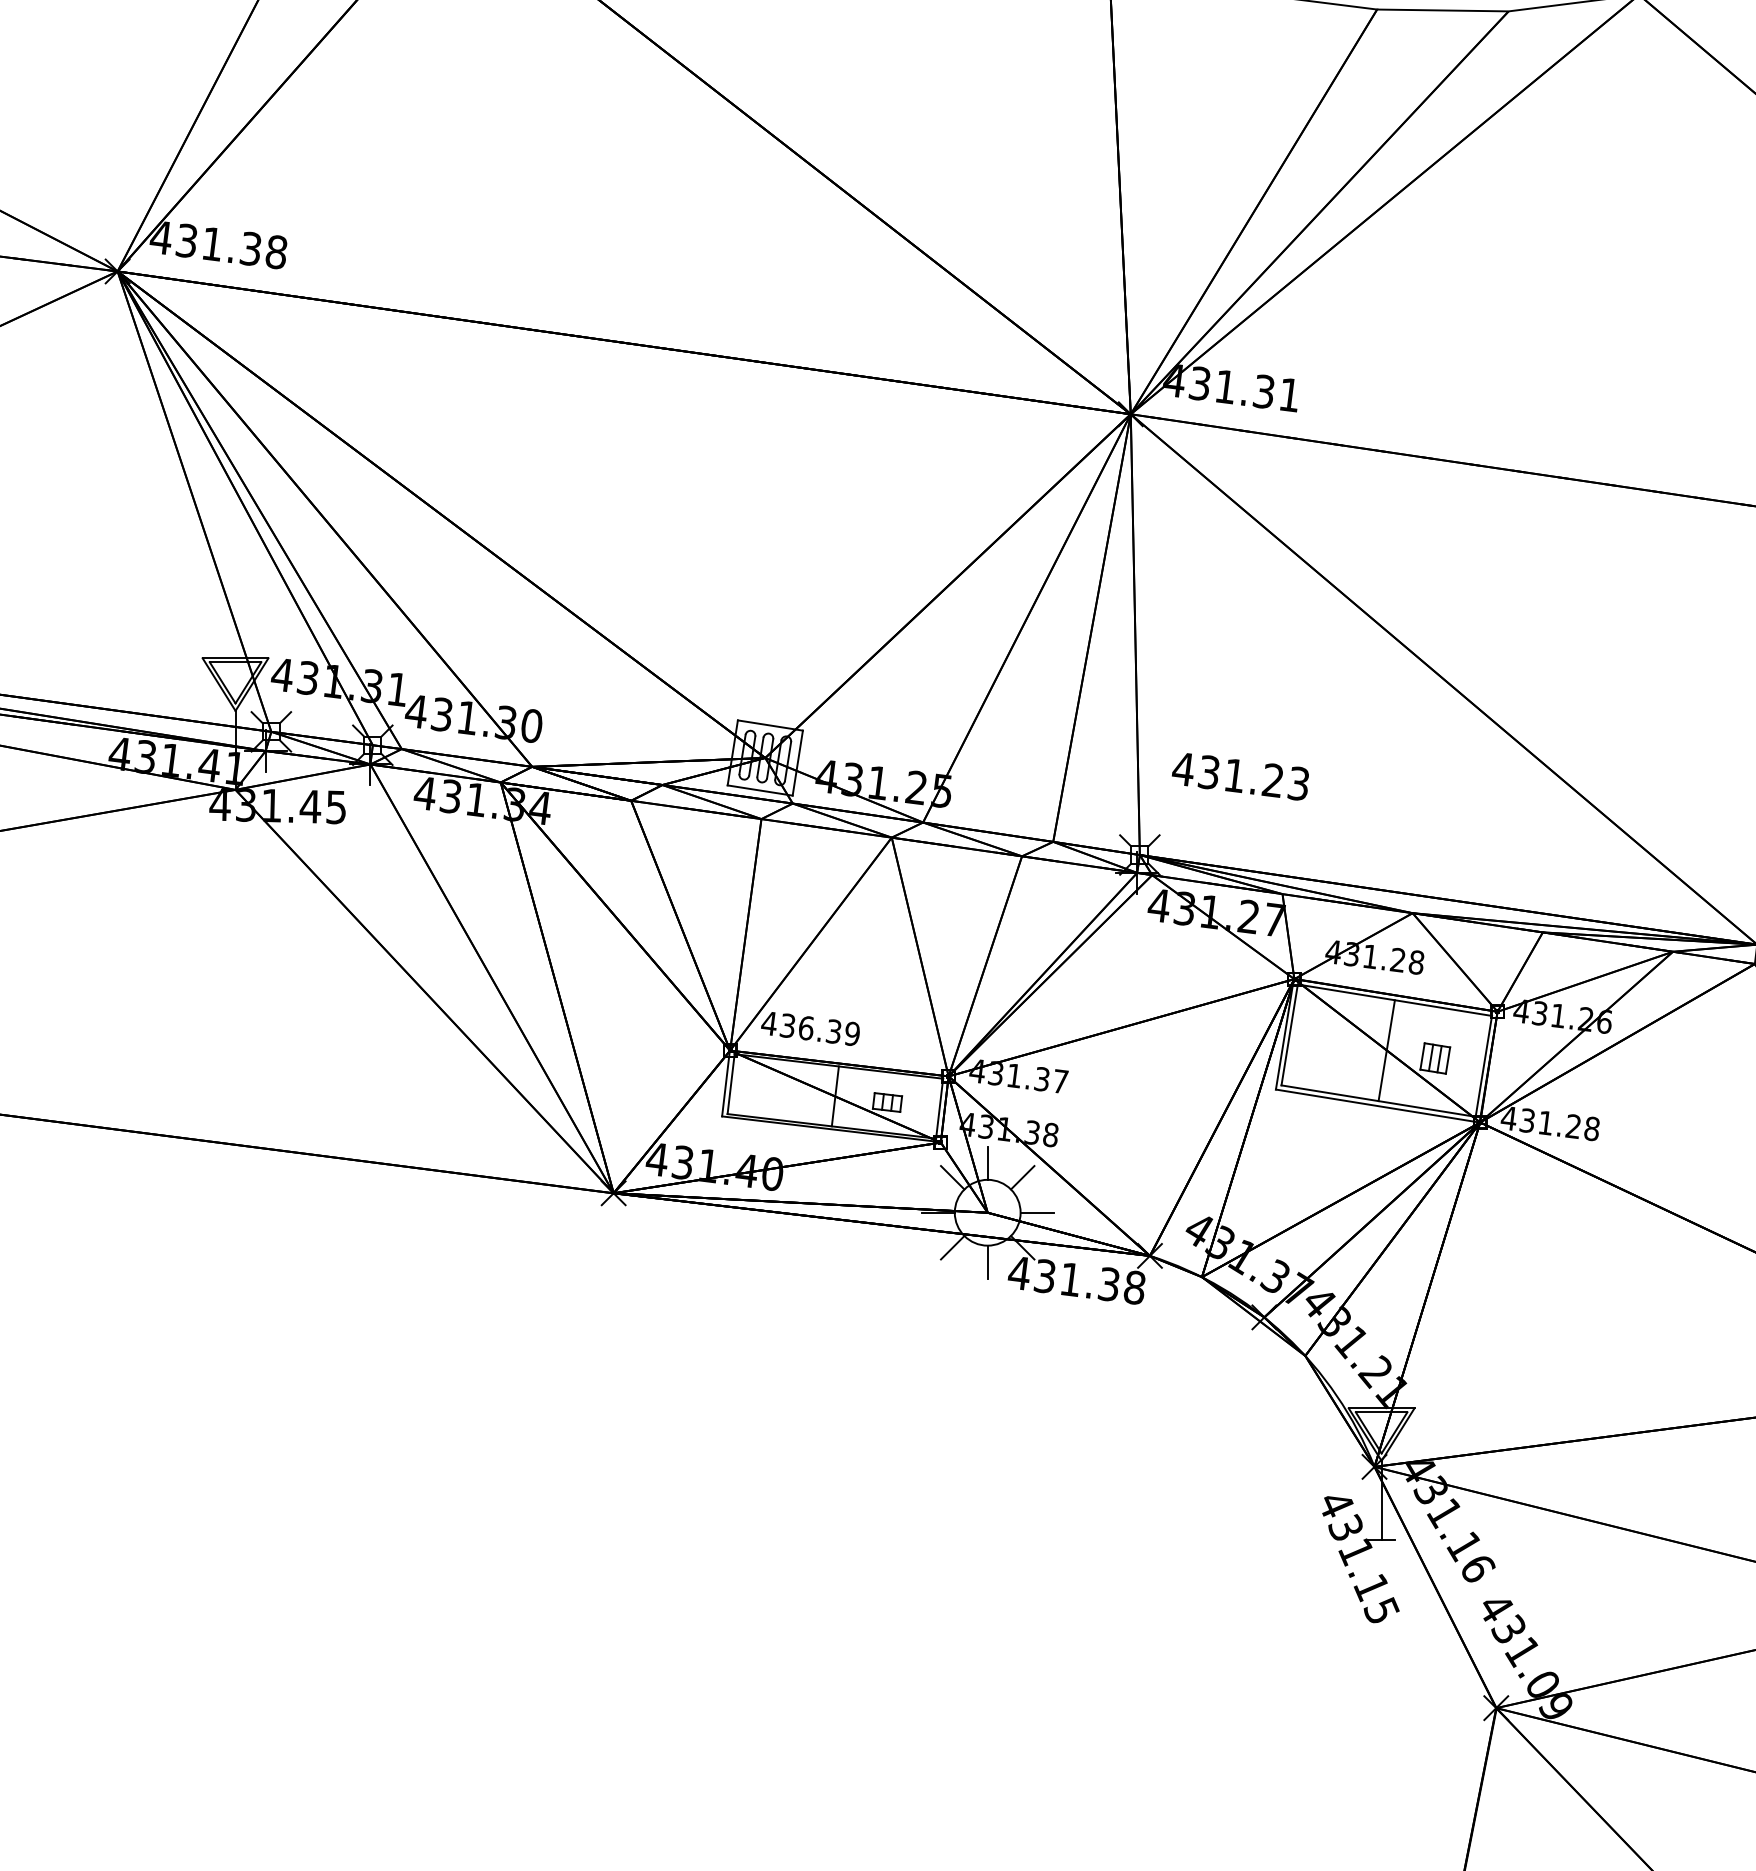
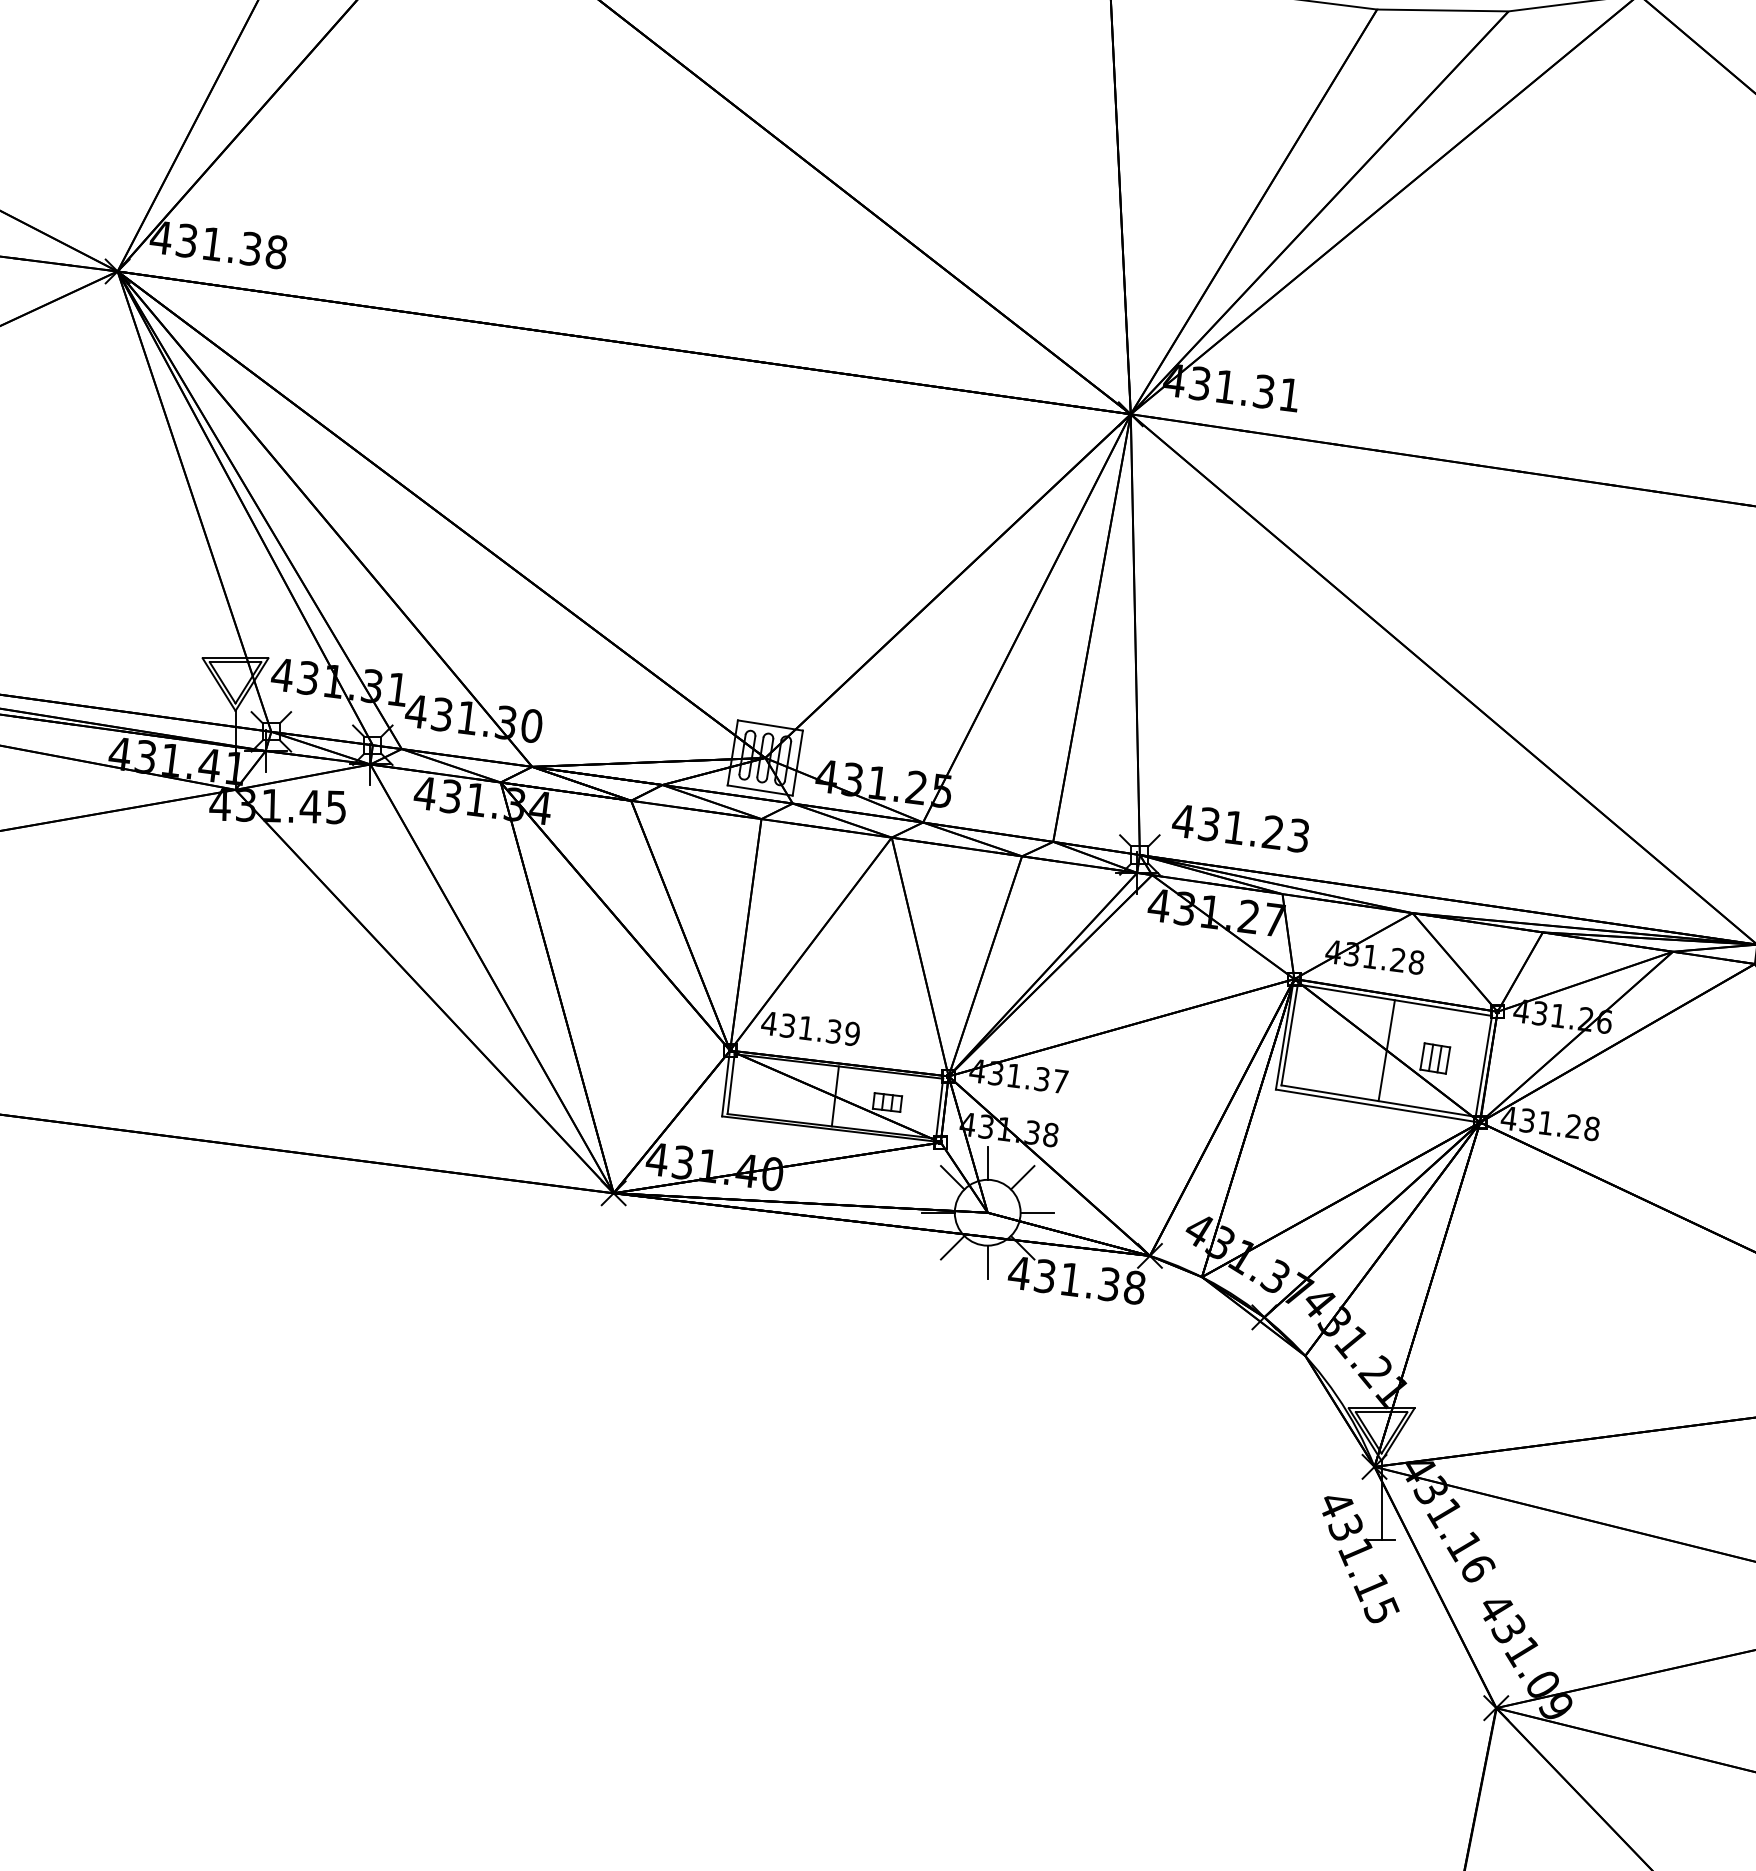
text at (1239, 776) position: (1239, 776) -> (1239, 828)
text at (806, 1028): 436.39 -> 431.39
